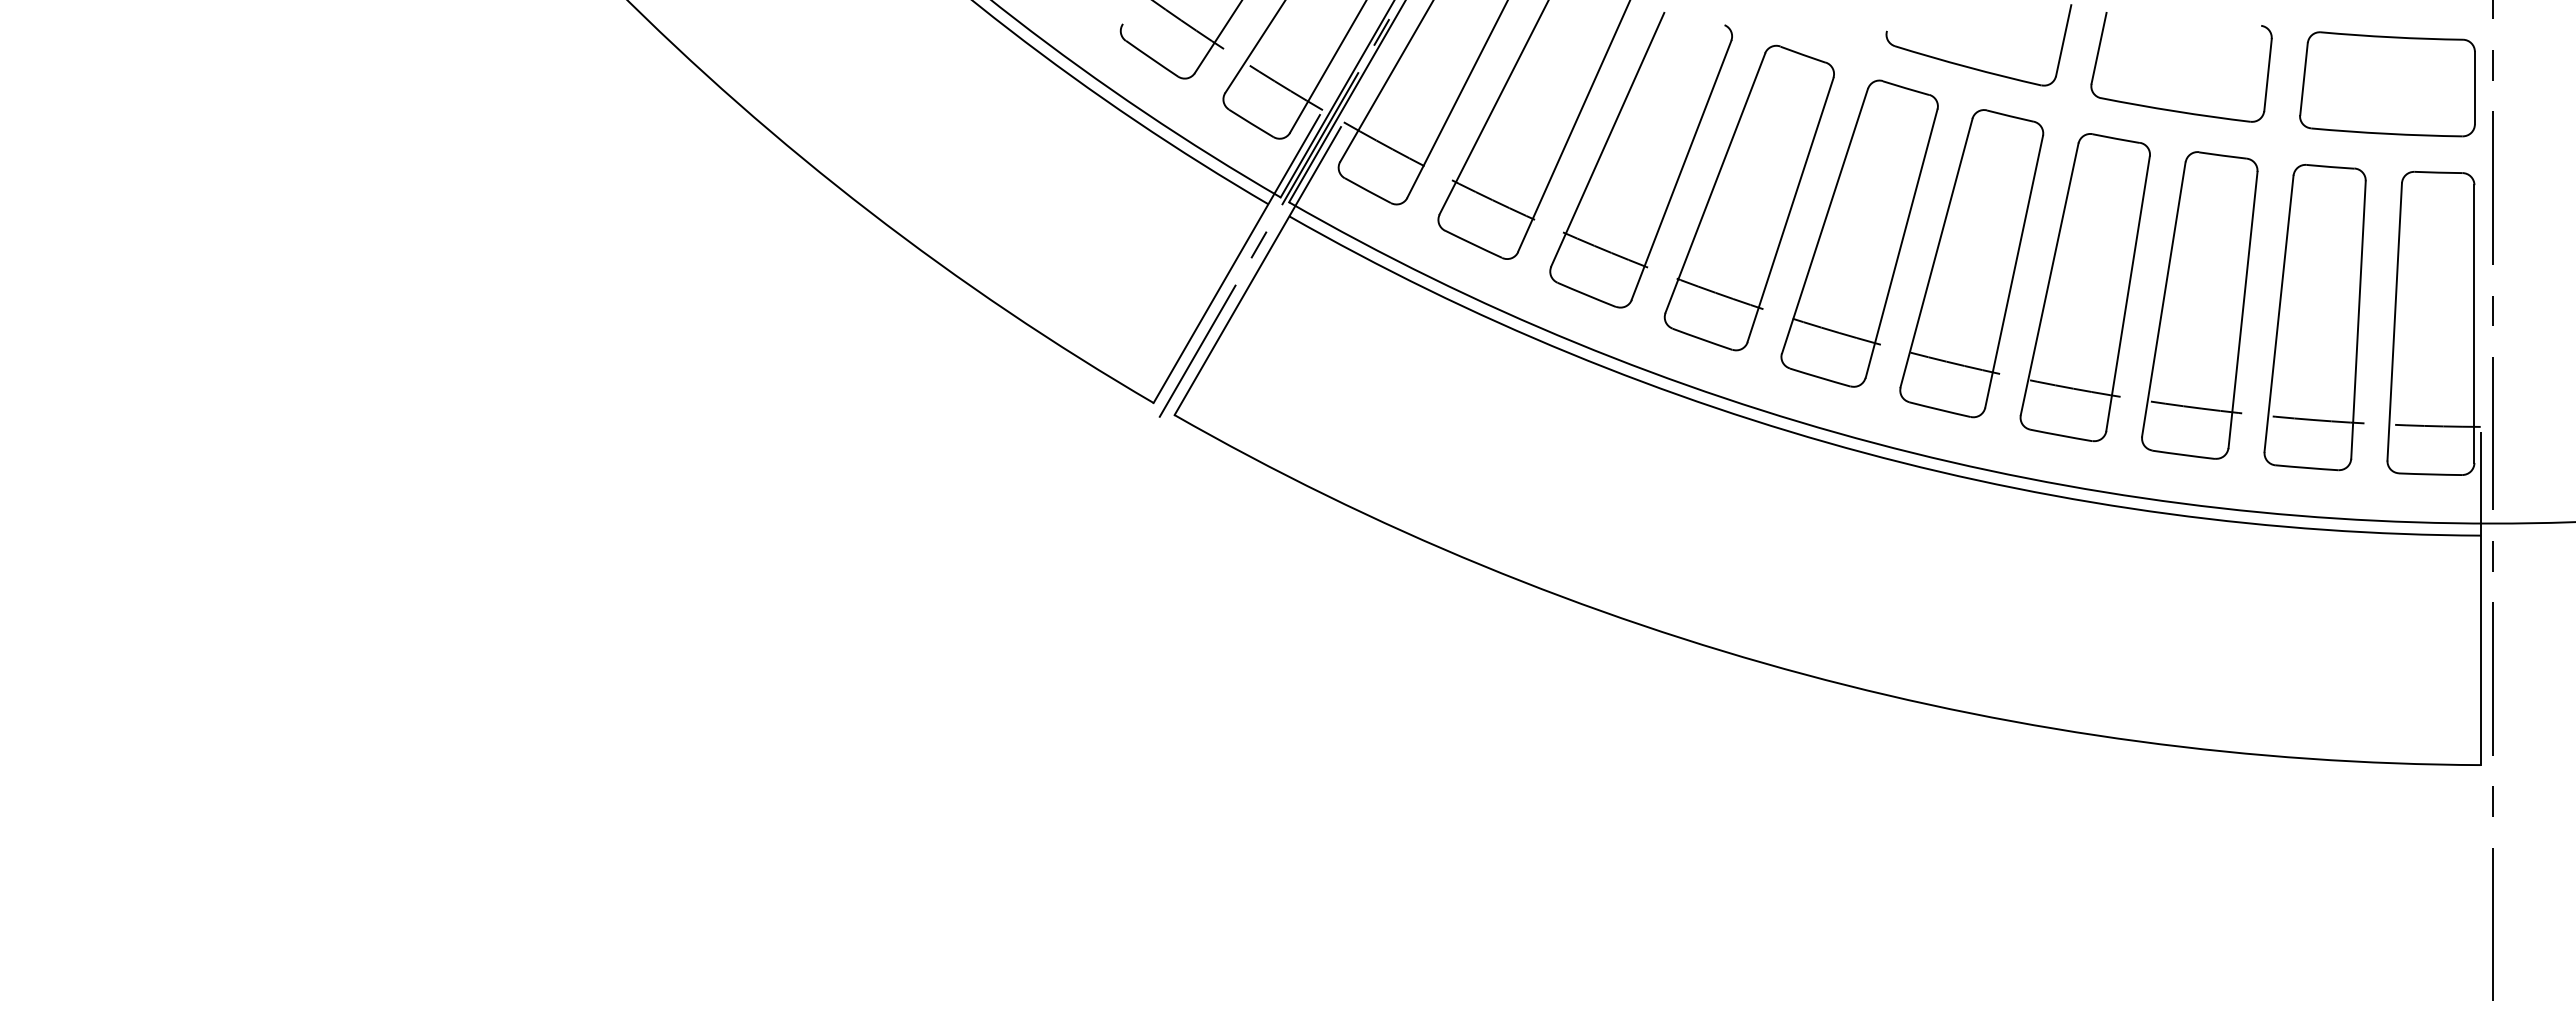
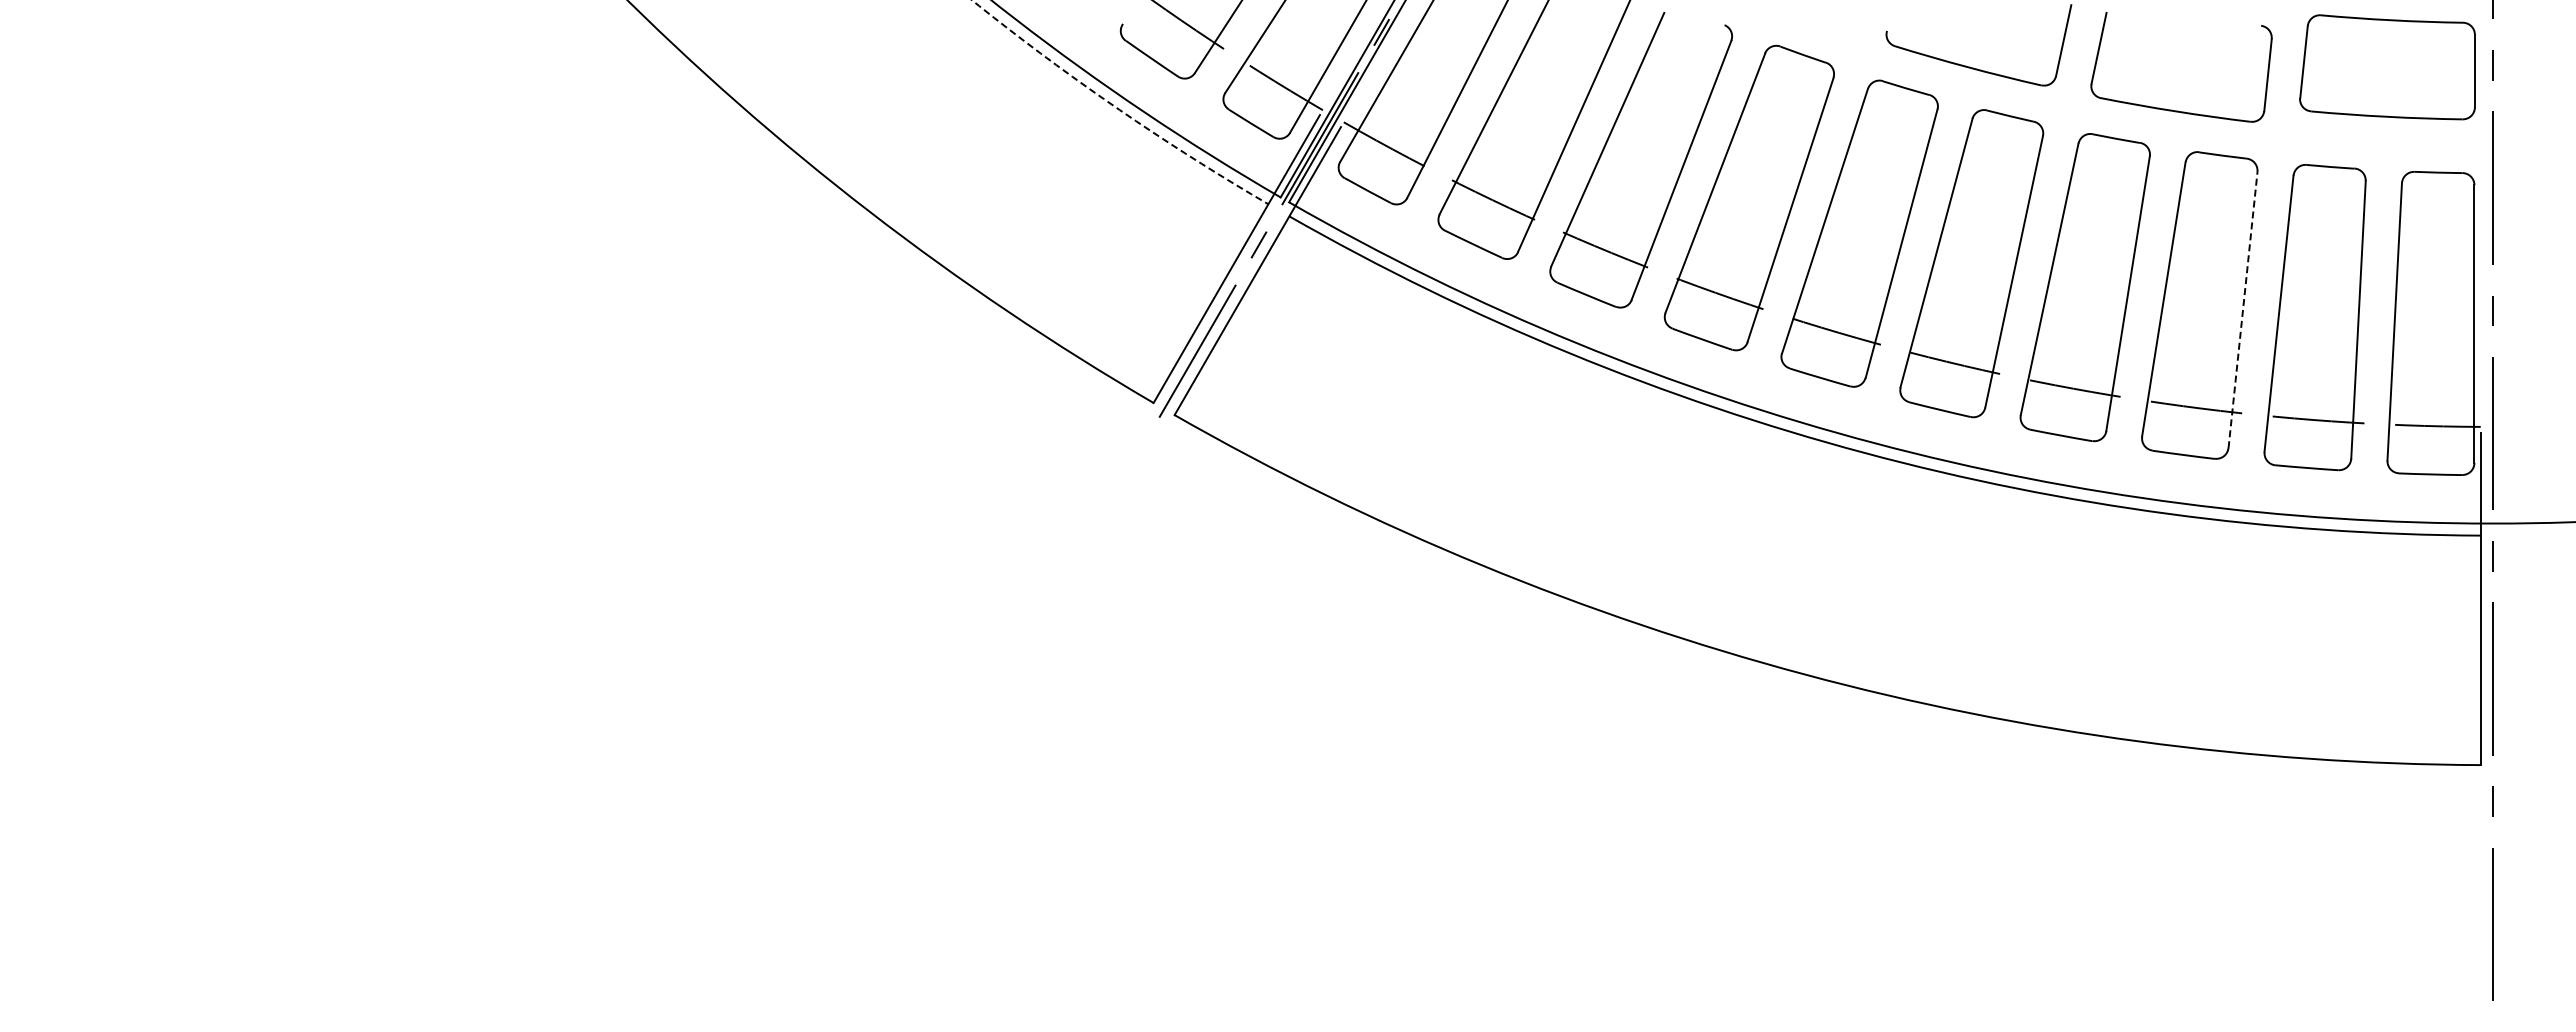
part at (2387, 84) position: (2387, 84) -> (2387, 67)
arc at (1117, 108): solid -> dashed
line at (2243, 310): solid -> dashed
